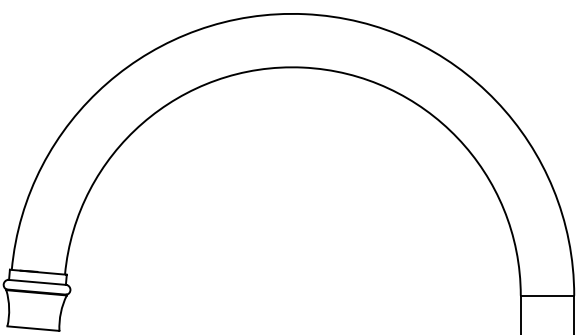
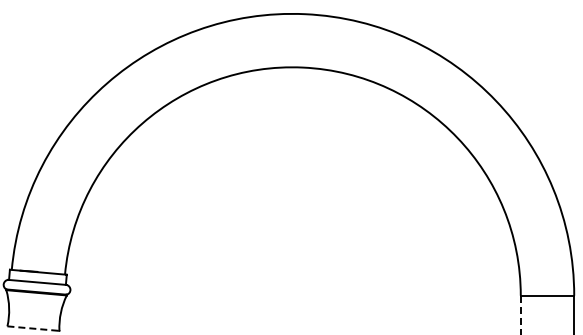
line at (520, 315): solid -> dashed
line at (33, 328): solid -> dashed
